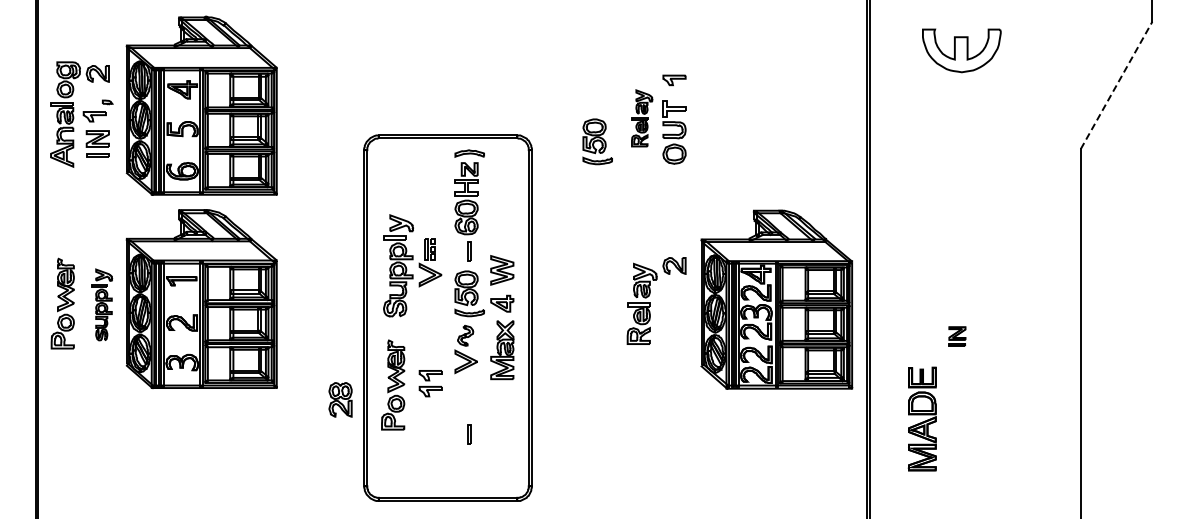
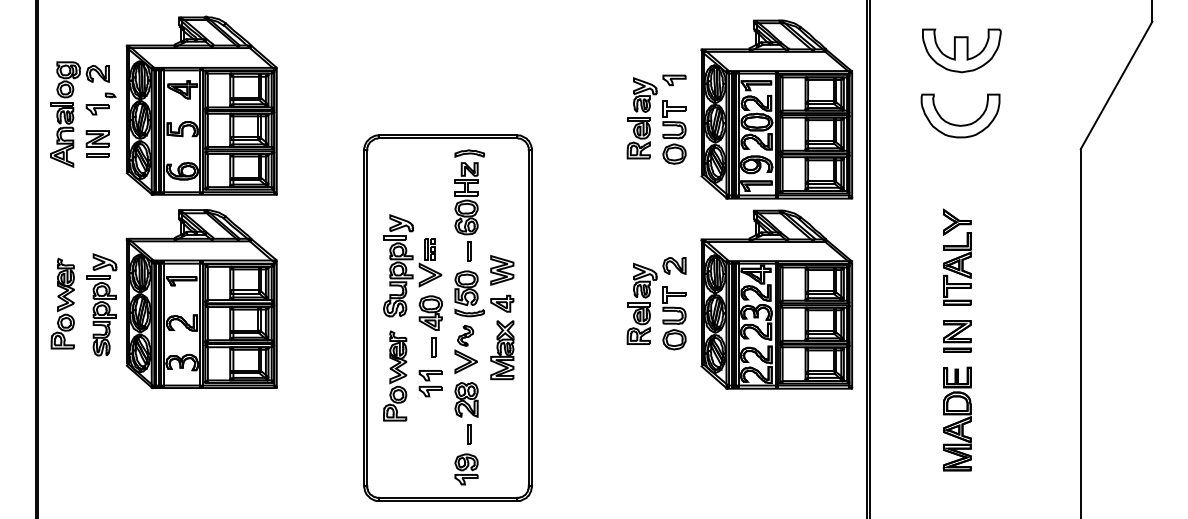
line at (1116, 85): dashed -> solid
part at (776, 109): none -> present
part at (97, 110) position: (97, 110) -> (100, 103)
part at (642, 118) size: 23x59 px -> 32x83 px
part at (959, 124): none -> present
part at (597, 141): present -> none
part at (957, 256): none -> present
part at (102, 304) size: 23x74 px -> 32x104 px
part at (674, 318): none -> present
part at (430, 326): none -> present
part at (957, 336) size: 19x21 px -> 29x33 px
part at (393, 384) position: (393, 384) -> (395, 375)
part at (340, 399) position: (340, 399) -> (466, 399)
part at (921, 418) position: (921, 418) -> (956, 418)
part at (466, 469): none -> present
